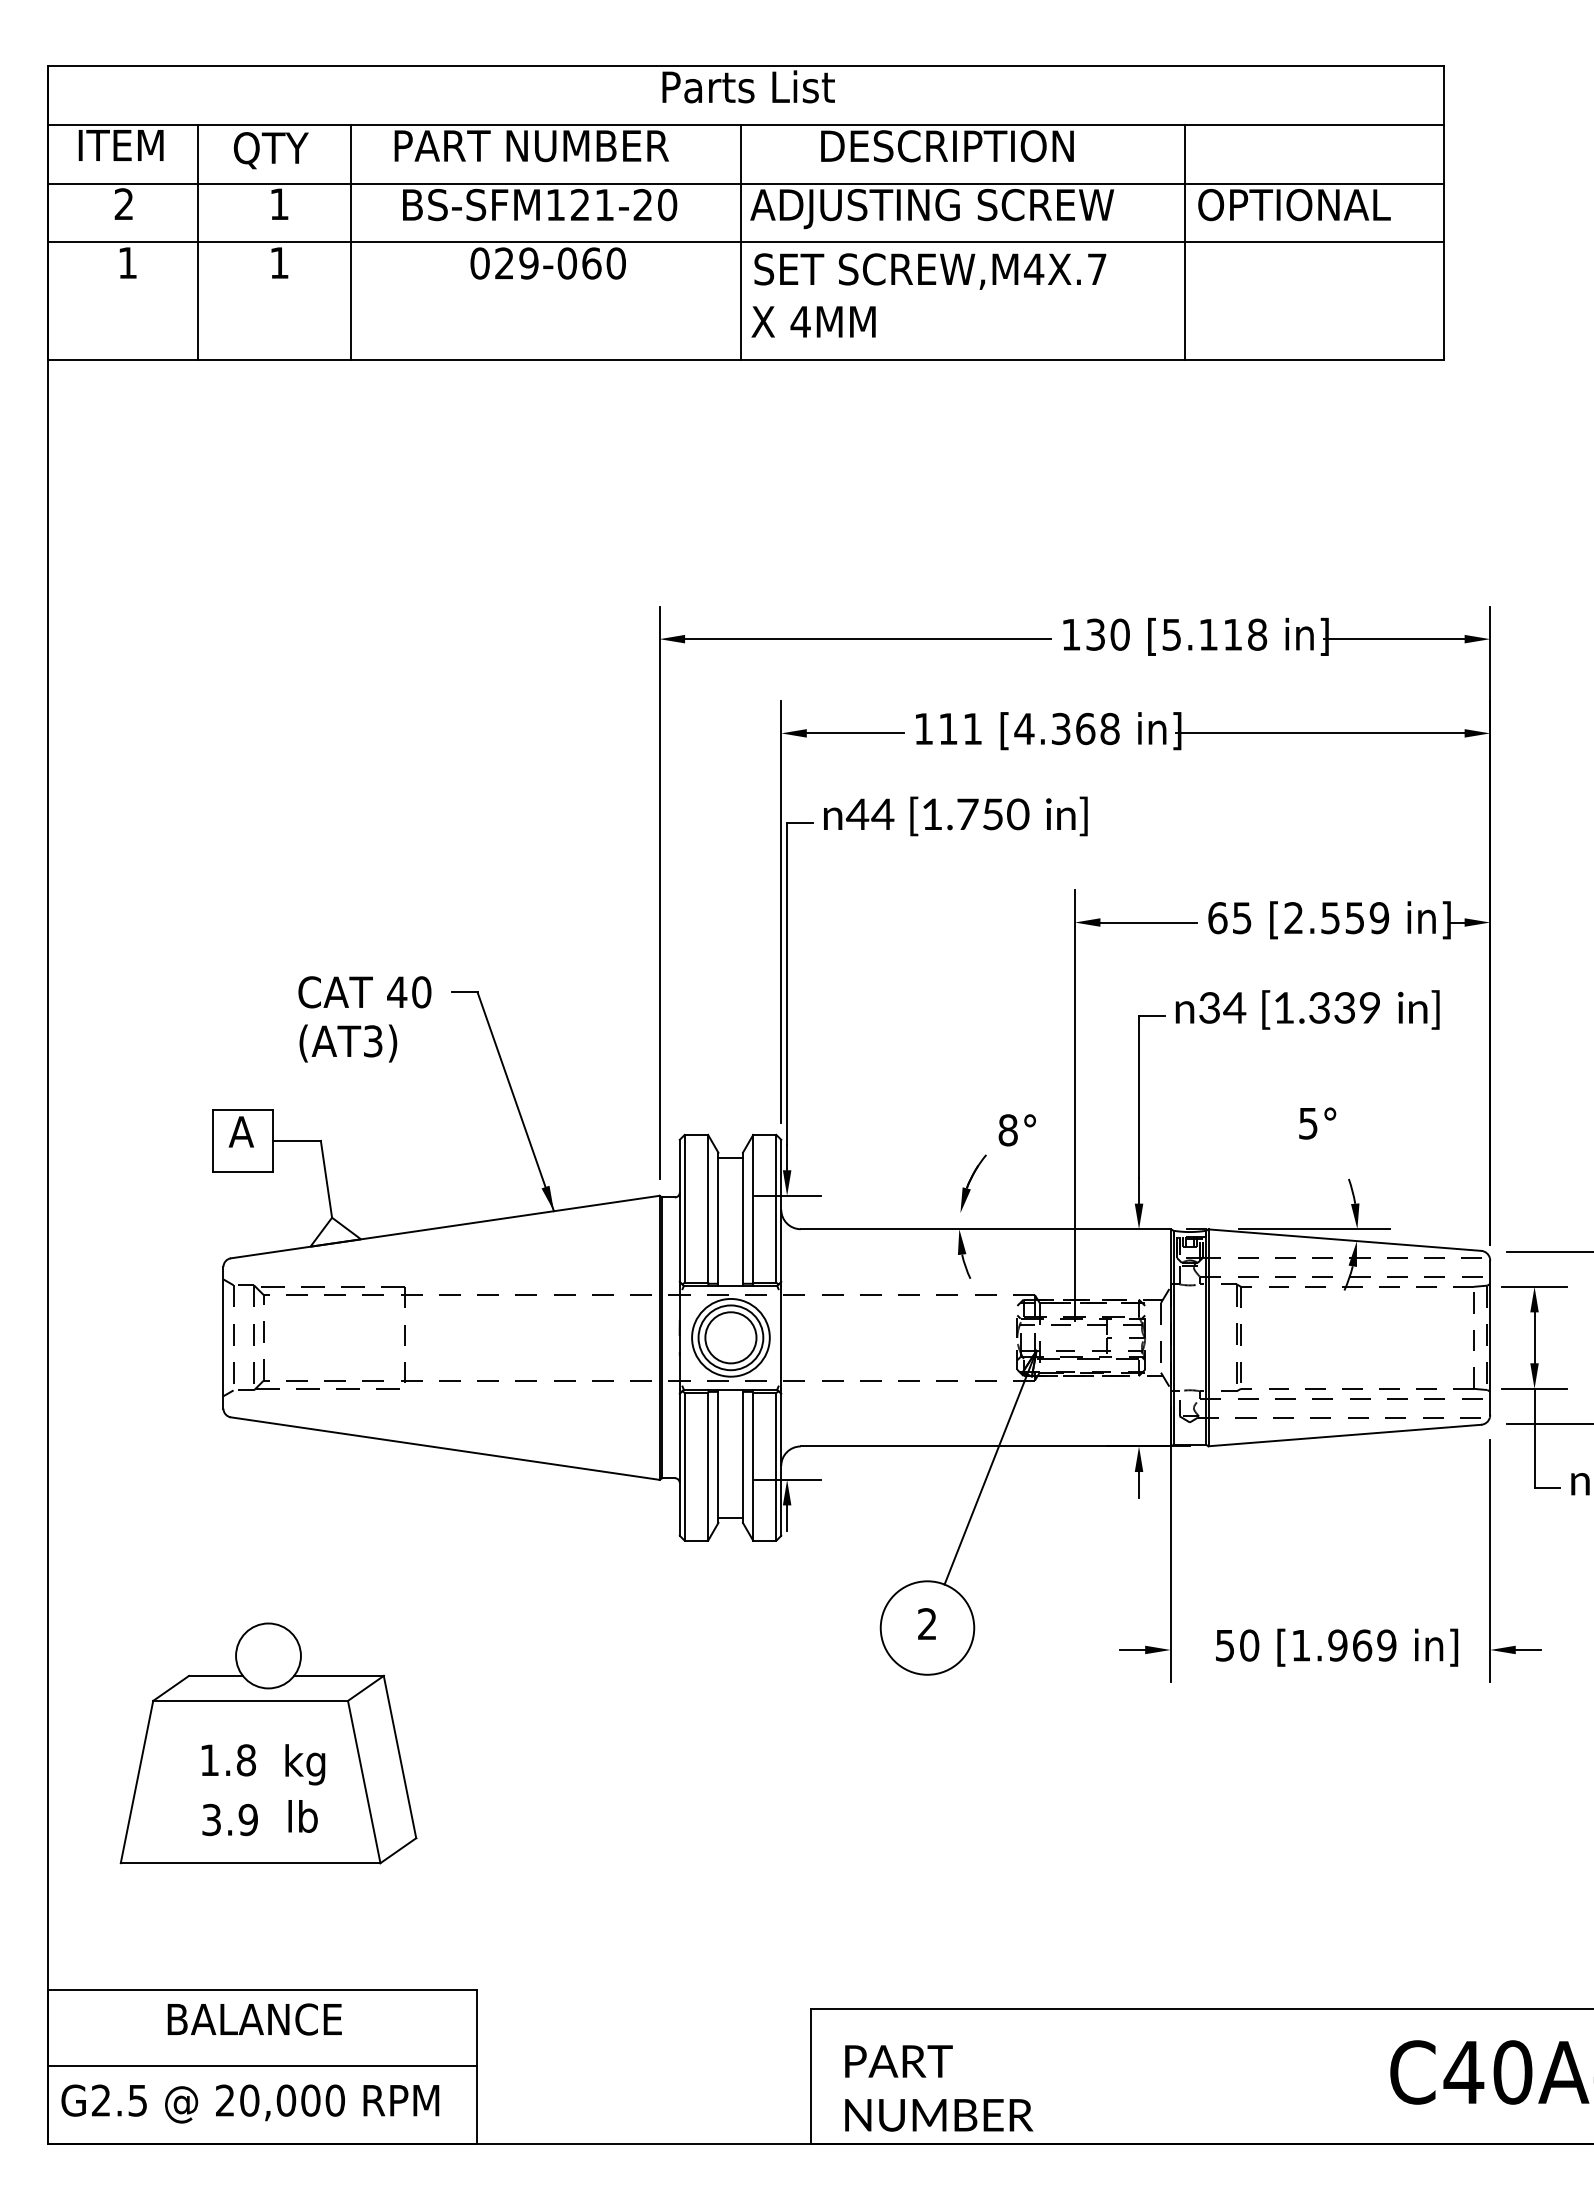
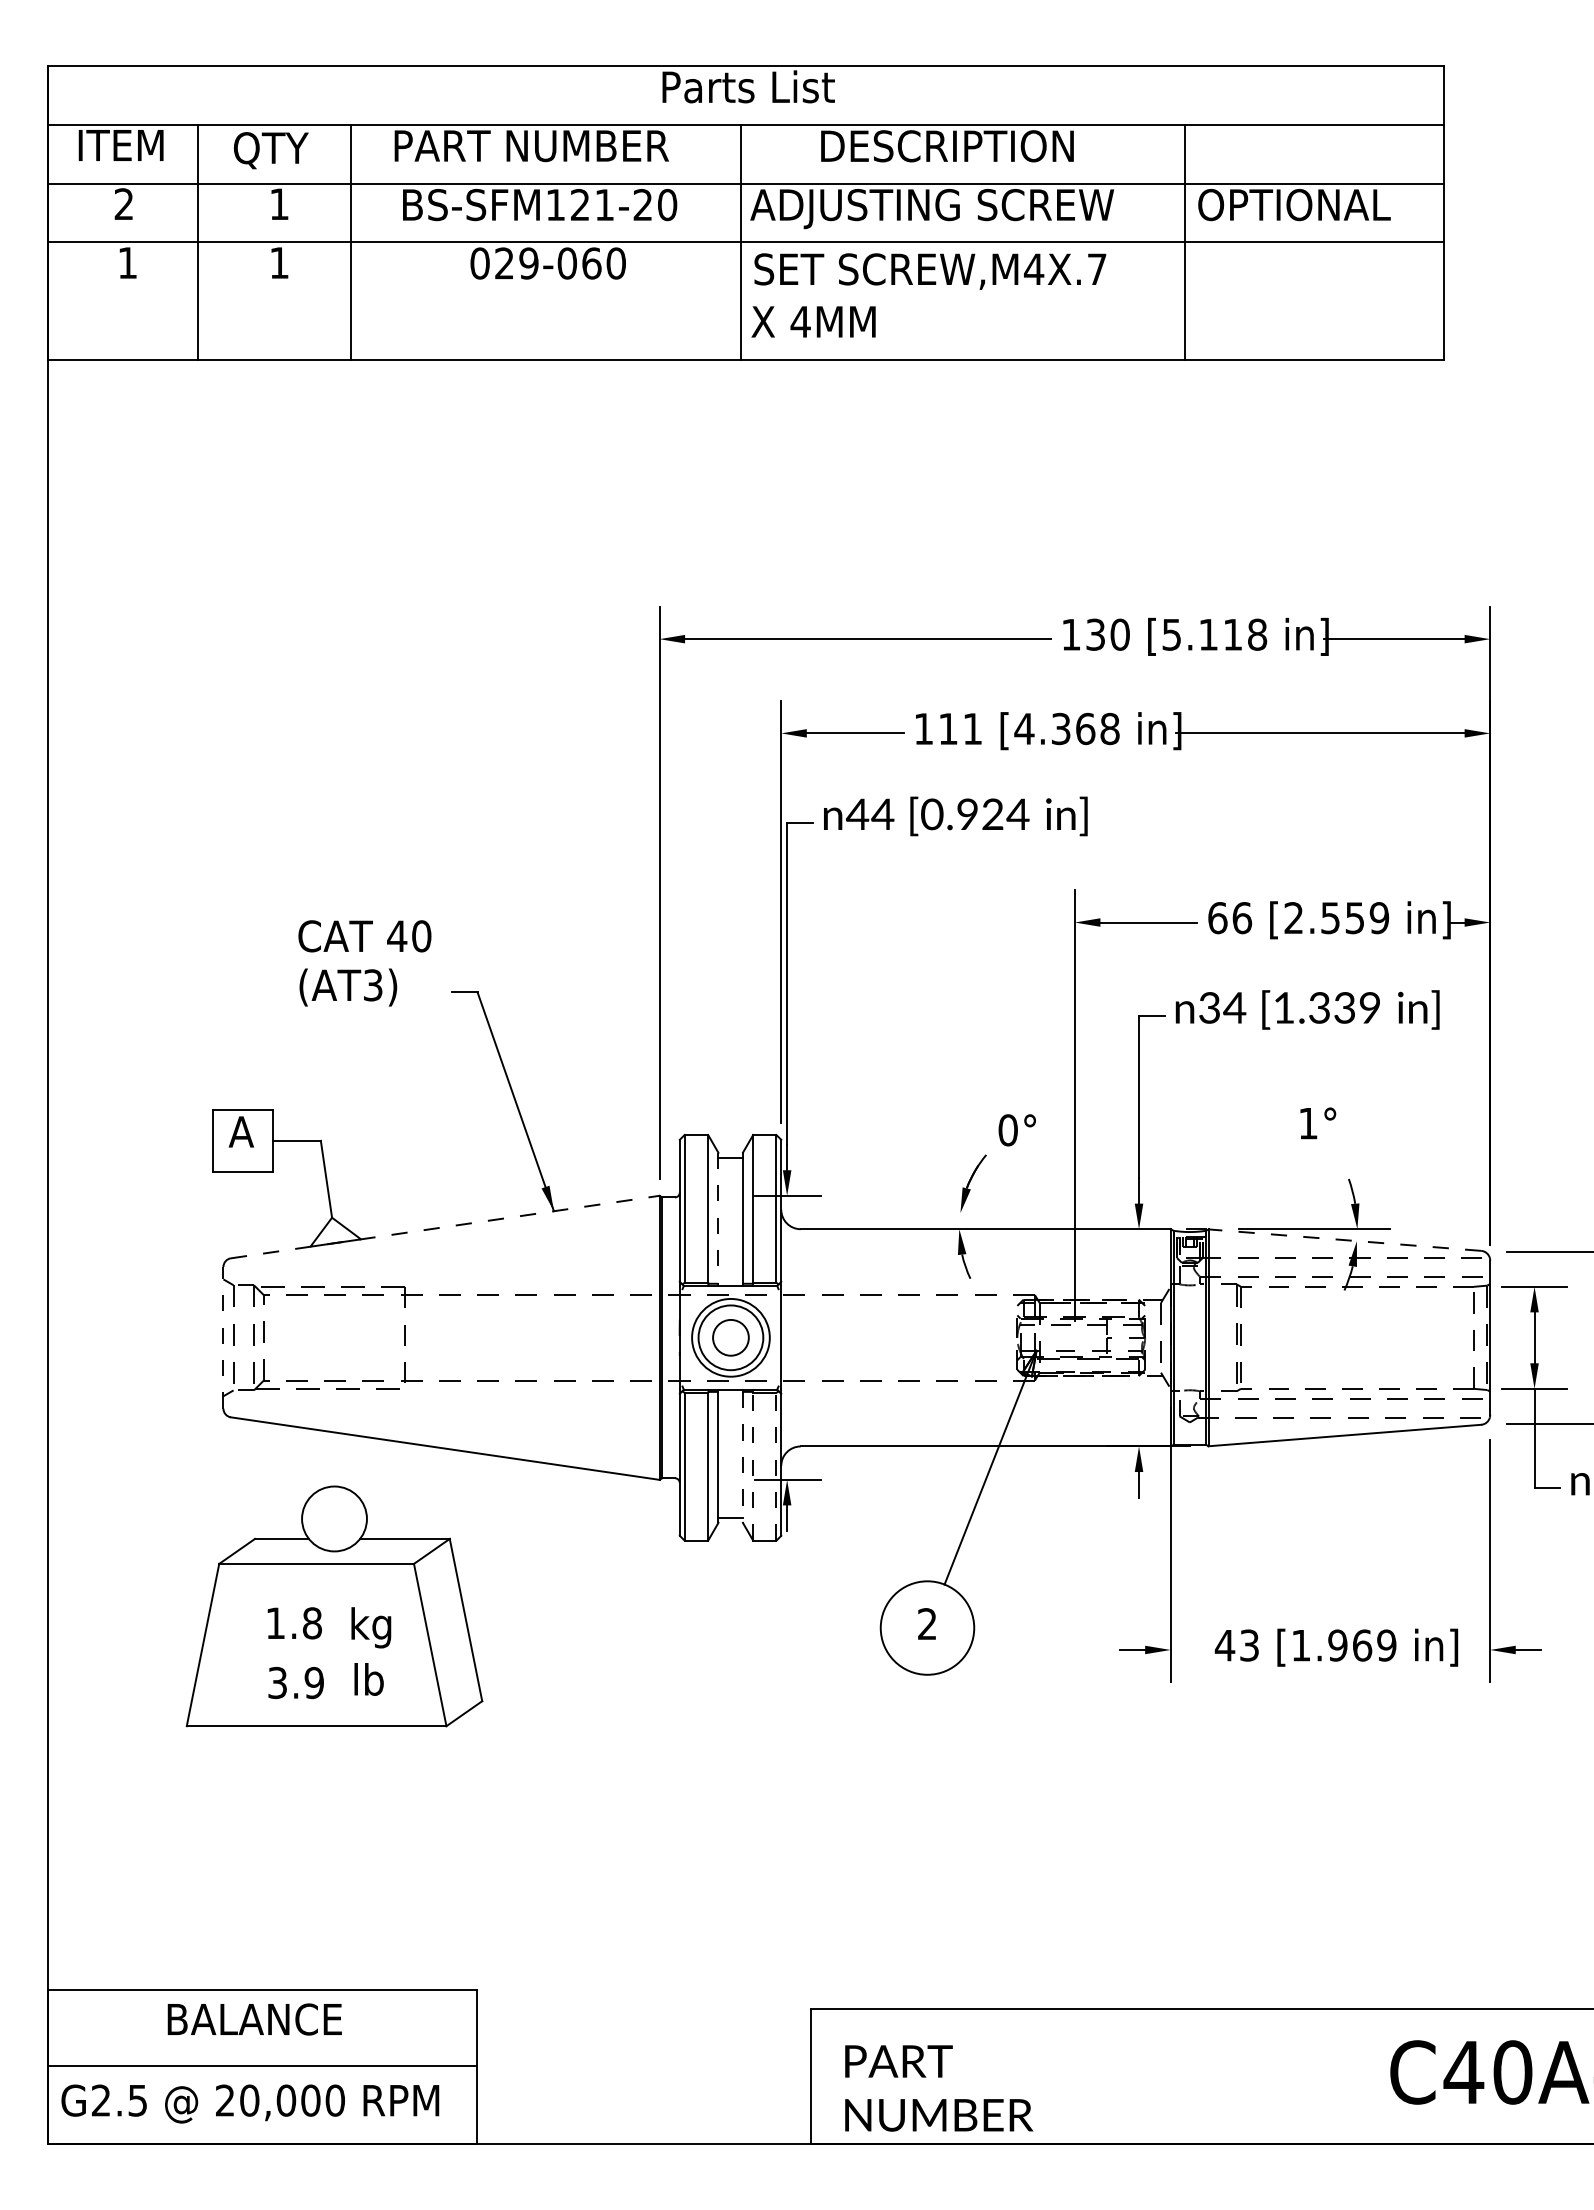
text at (975, 814): [1.750 -> [0.924
text at (1242, 918): 65 -> 66
text at (364, 1019) position: (364, 1019) -> (364, 963)
text at (1308, 1123): 5° -> 1°
text at (1007, 1130): 8° -> 0°
line at (718, 1218): solid -> dashed
line at (445, 1227): solid -> dashed
line at (1344, 1240): solid -> dashed
line at (223, 1337): solid -> dashed
circle at (730, 1337) diameter: 51 px -> 36 px
line at (742, 1457): solid -> dashed
line at (753, 1466): solid -> dashed
line at (776, 1466): solid -> dashed
text at (1236, 1645): 50 -> 43
part at (268, 1743) position: (268, 1743) -> (334, 1606)
